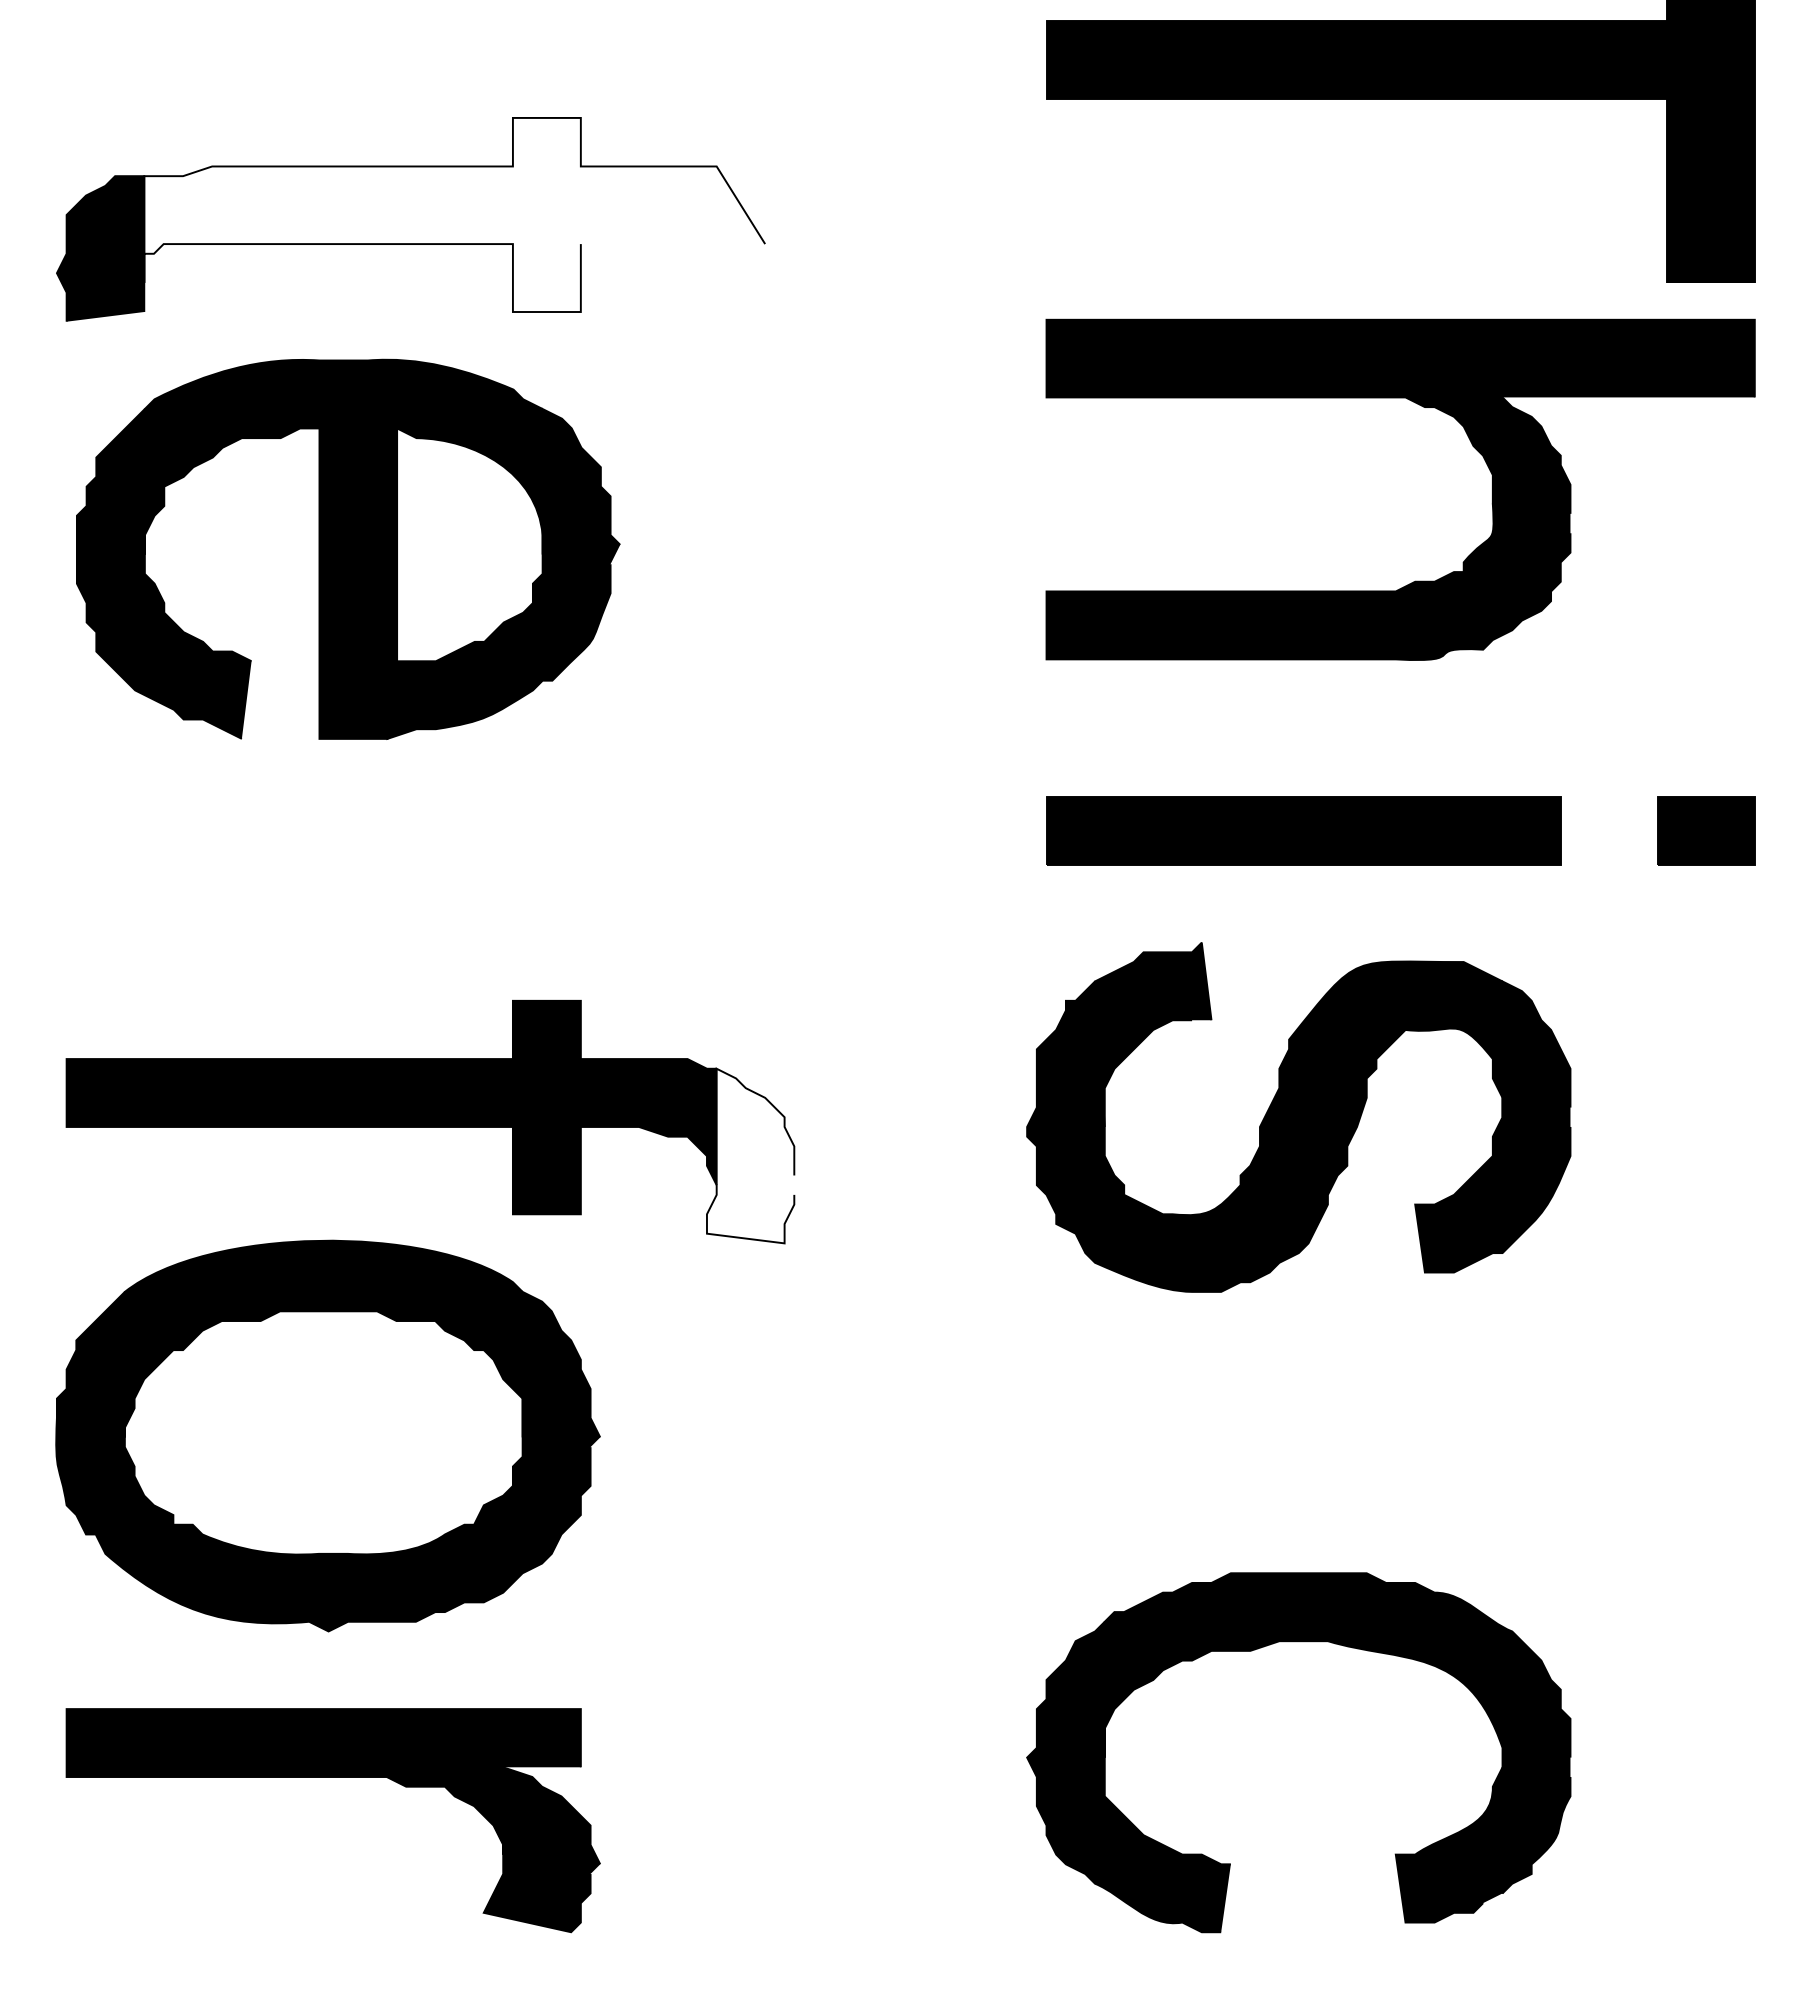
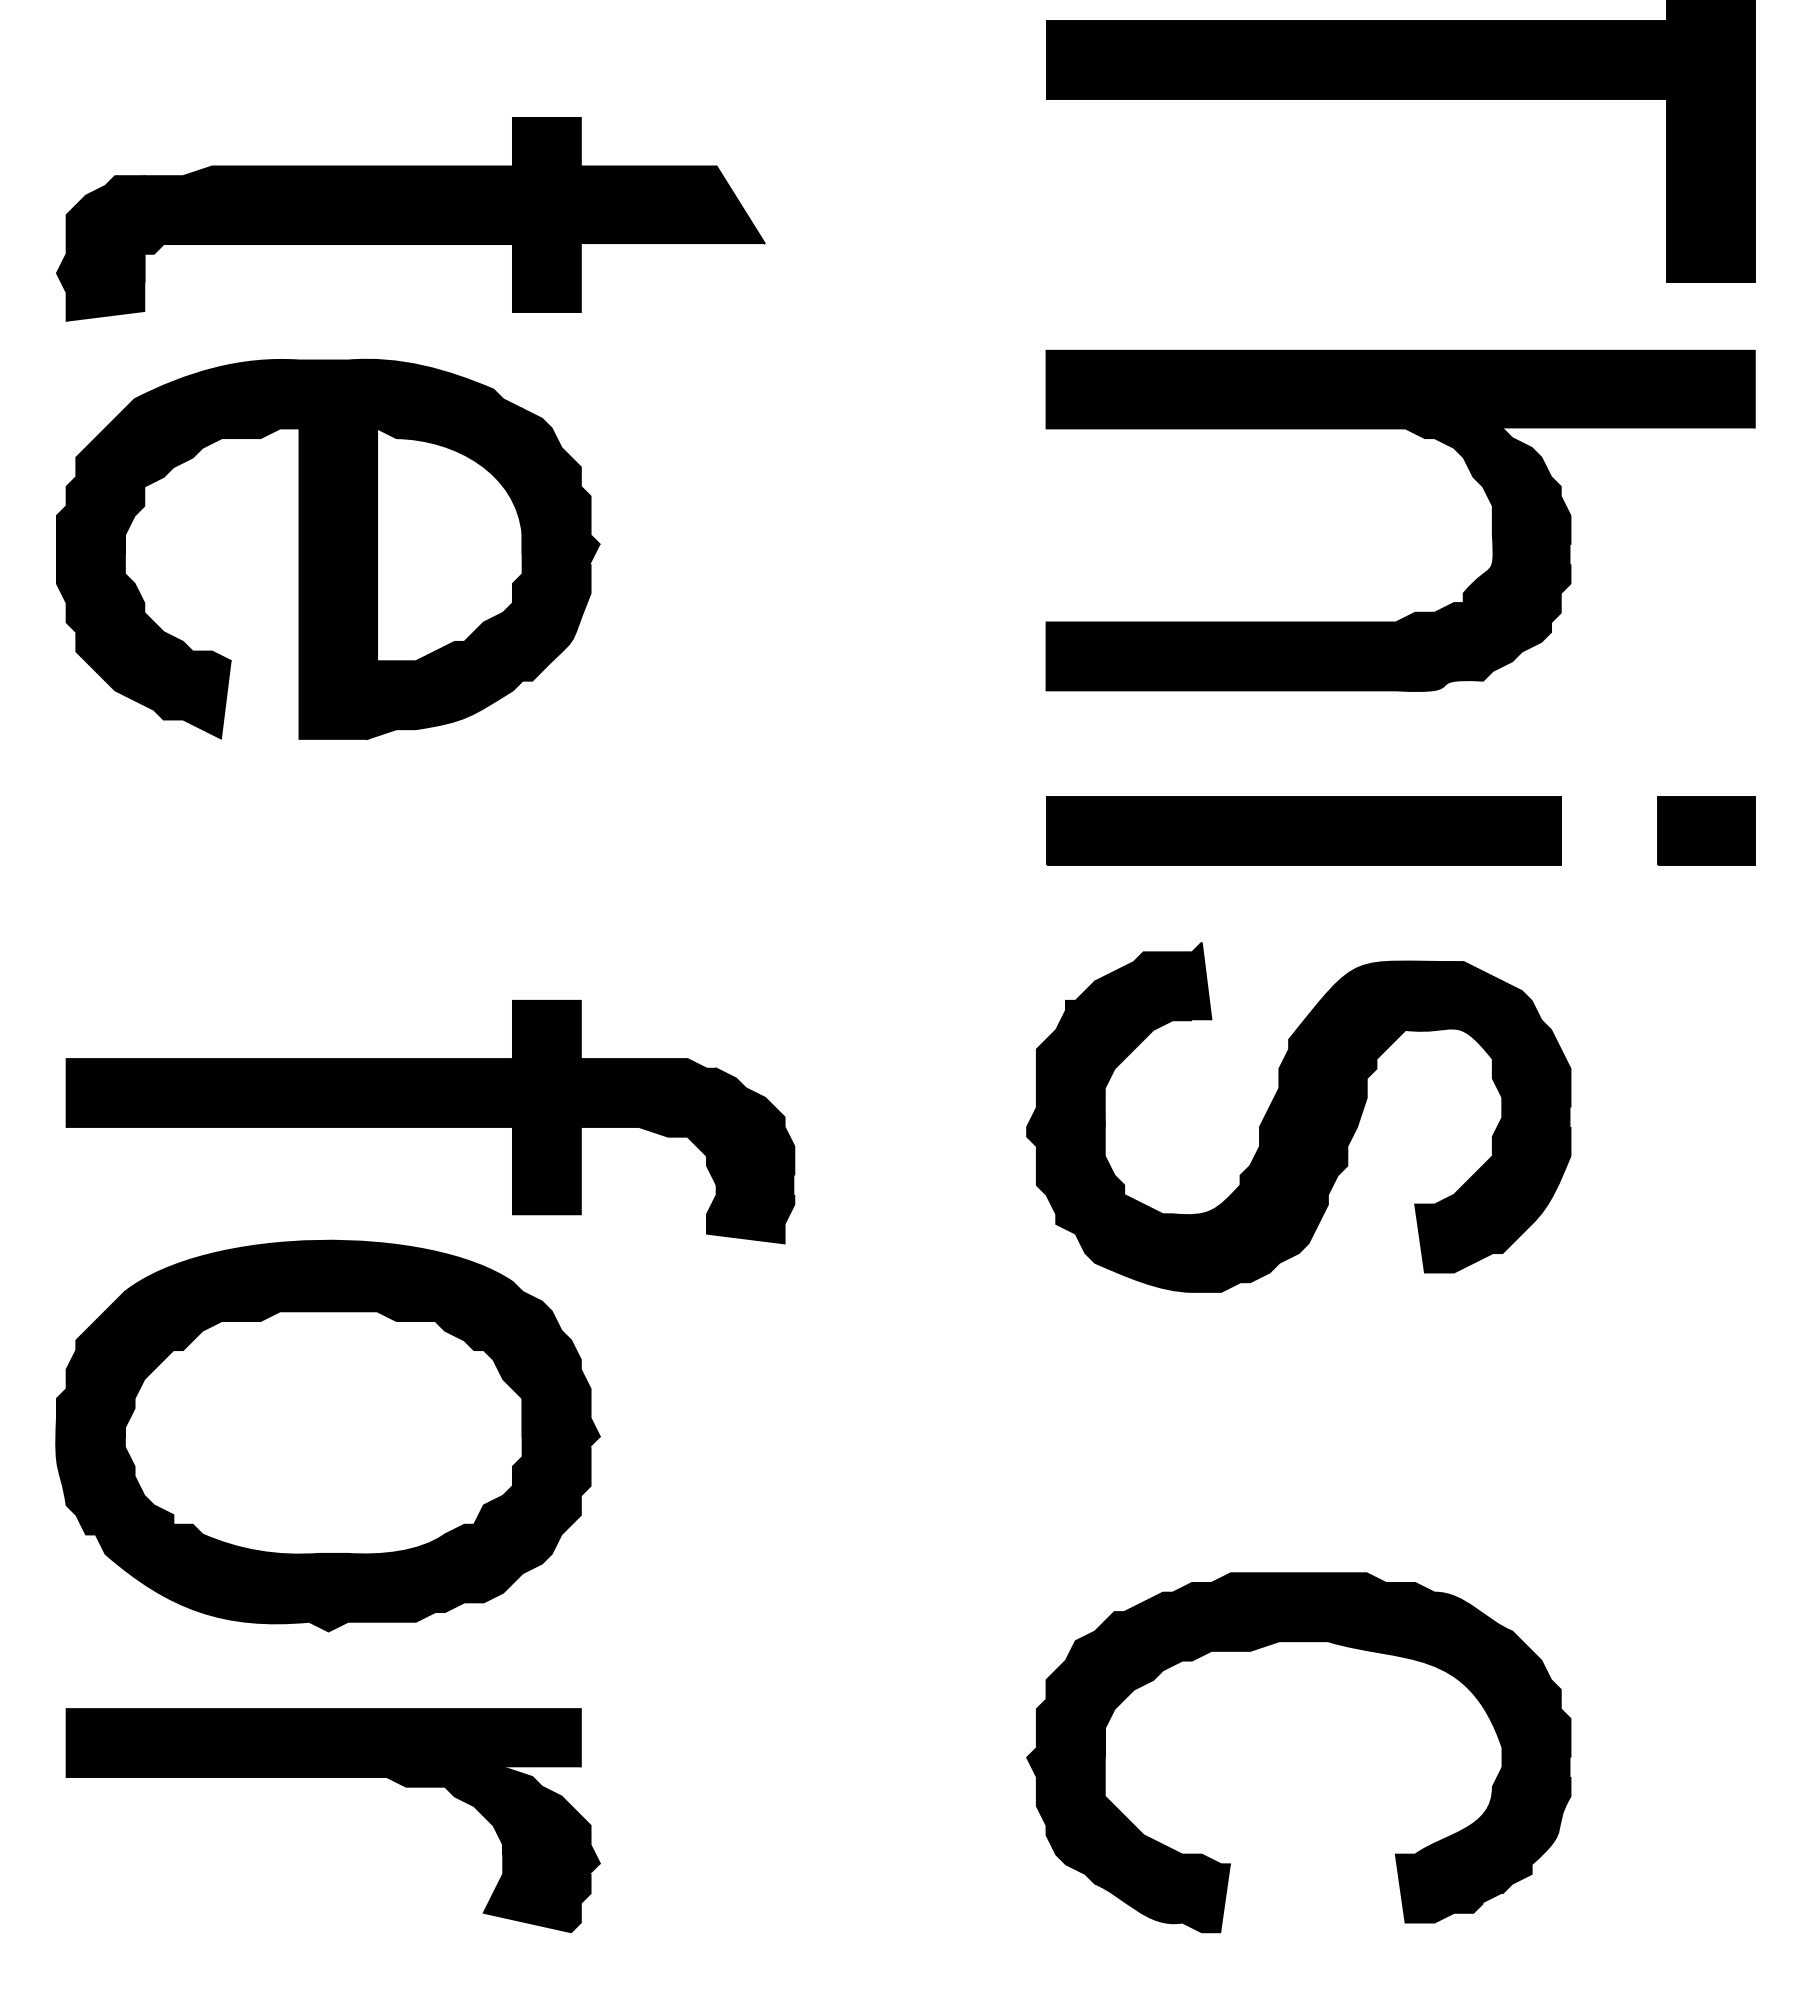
fill at (454, 214): none -> present
part at (1472, 446) position: (1472, 446) -> (1472, 477)
part at (348, 548) position: (348, 548) -> (328, 548)
fill at (750, 1155): none -> present
